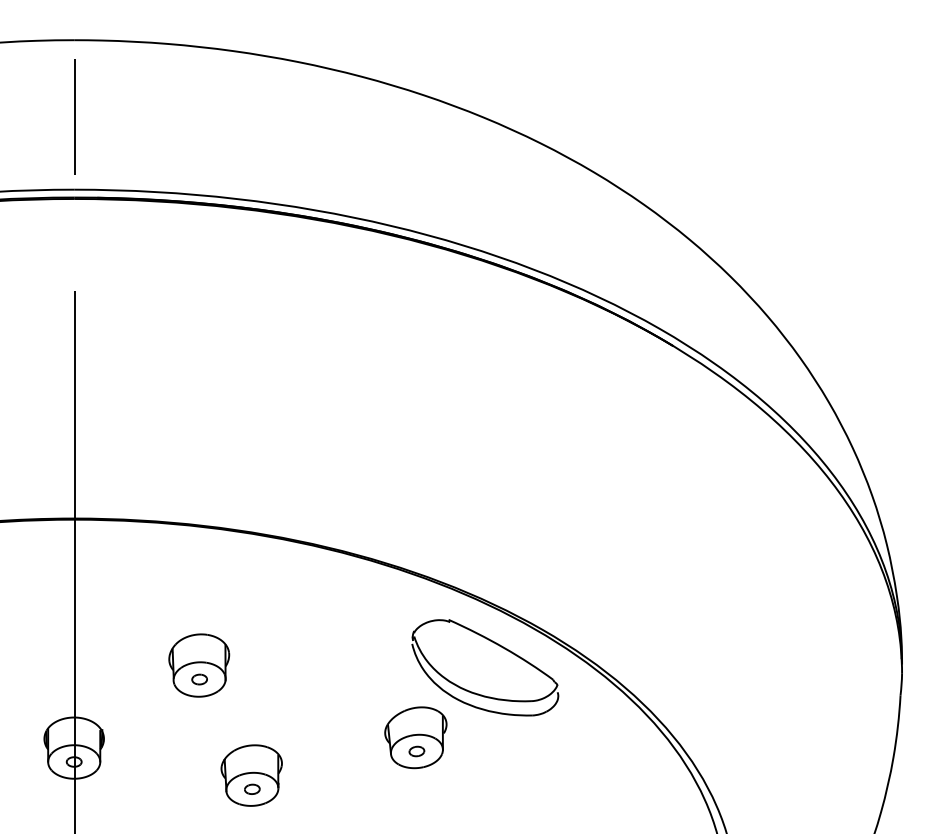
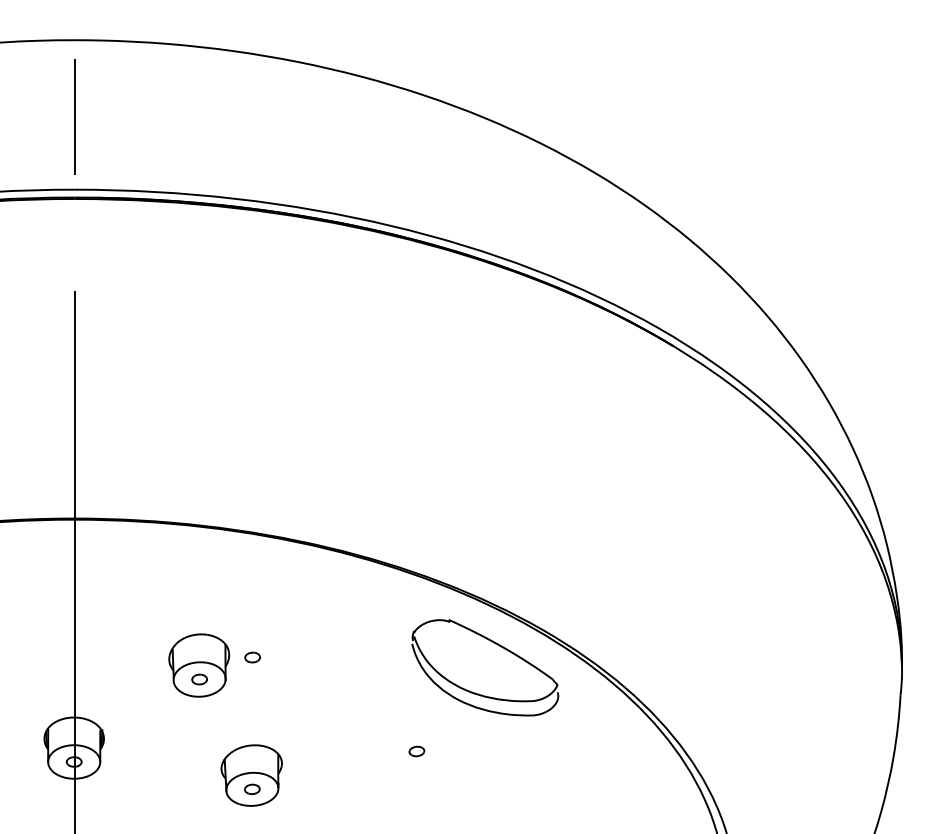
part at (252, 657): none -> present
part at (415, 737): present -> none
